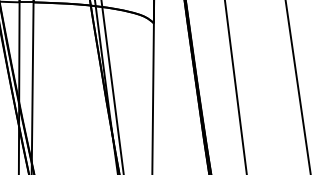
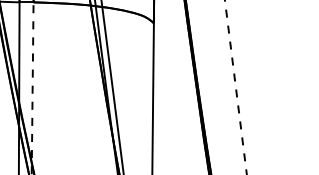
line at (297, 86): present -> none
line at (32, 88): solid -> dashed
line at (235, 88): solid -> dashed
